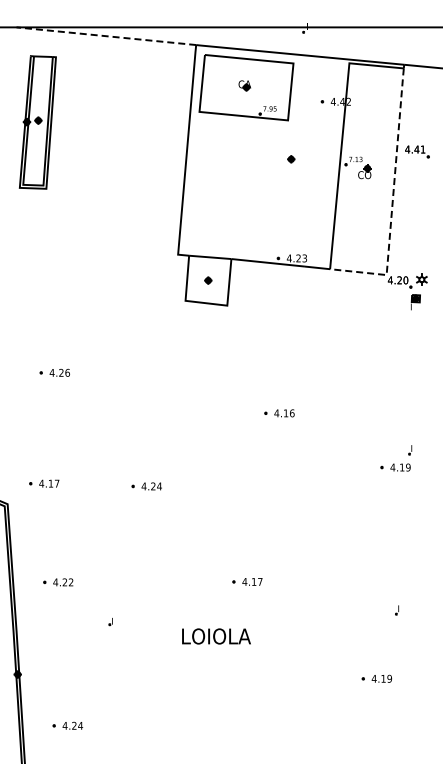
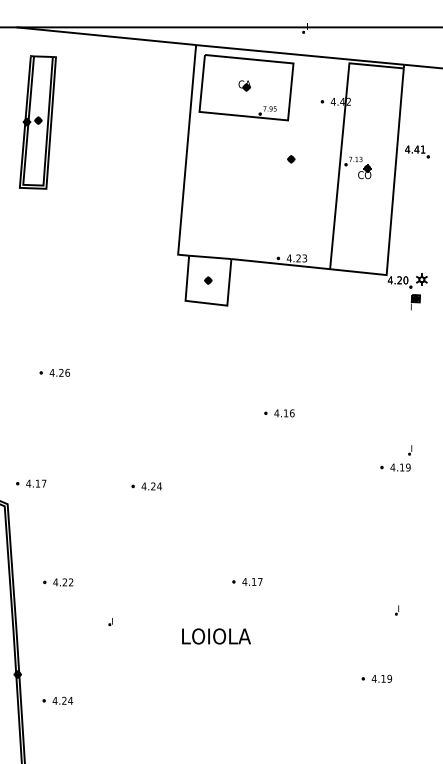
line at (105, 36): dashed -> solid
line at (392, 200): dashed -> solid
part at (44, 483) position: (44, 483) -> (31, 483)
part at (67, 725) position: (67, 725) -> (57, 700)
